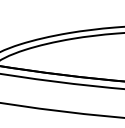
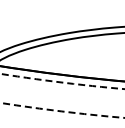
arc at (61, 82): solid -> dashed
arc at (61, 111): solid -> dashed
